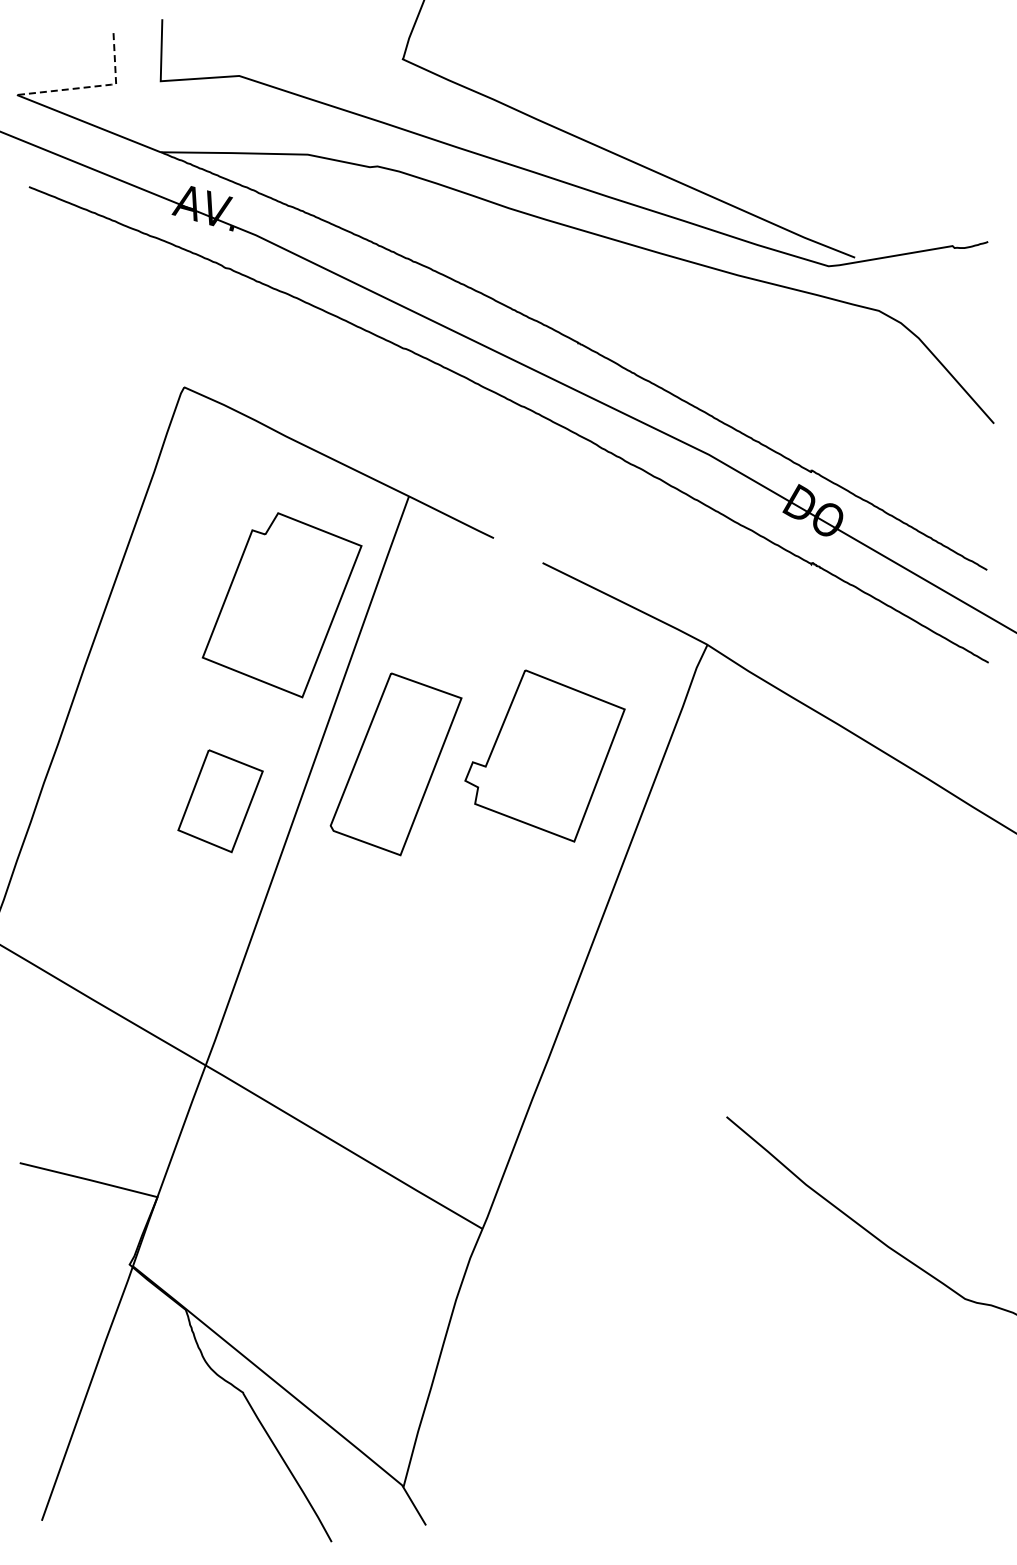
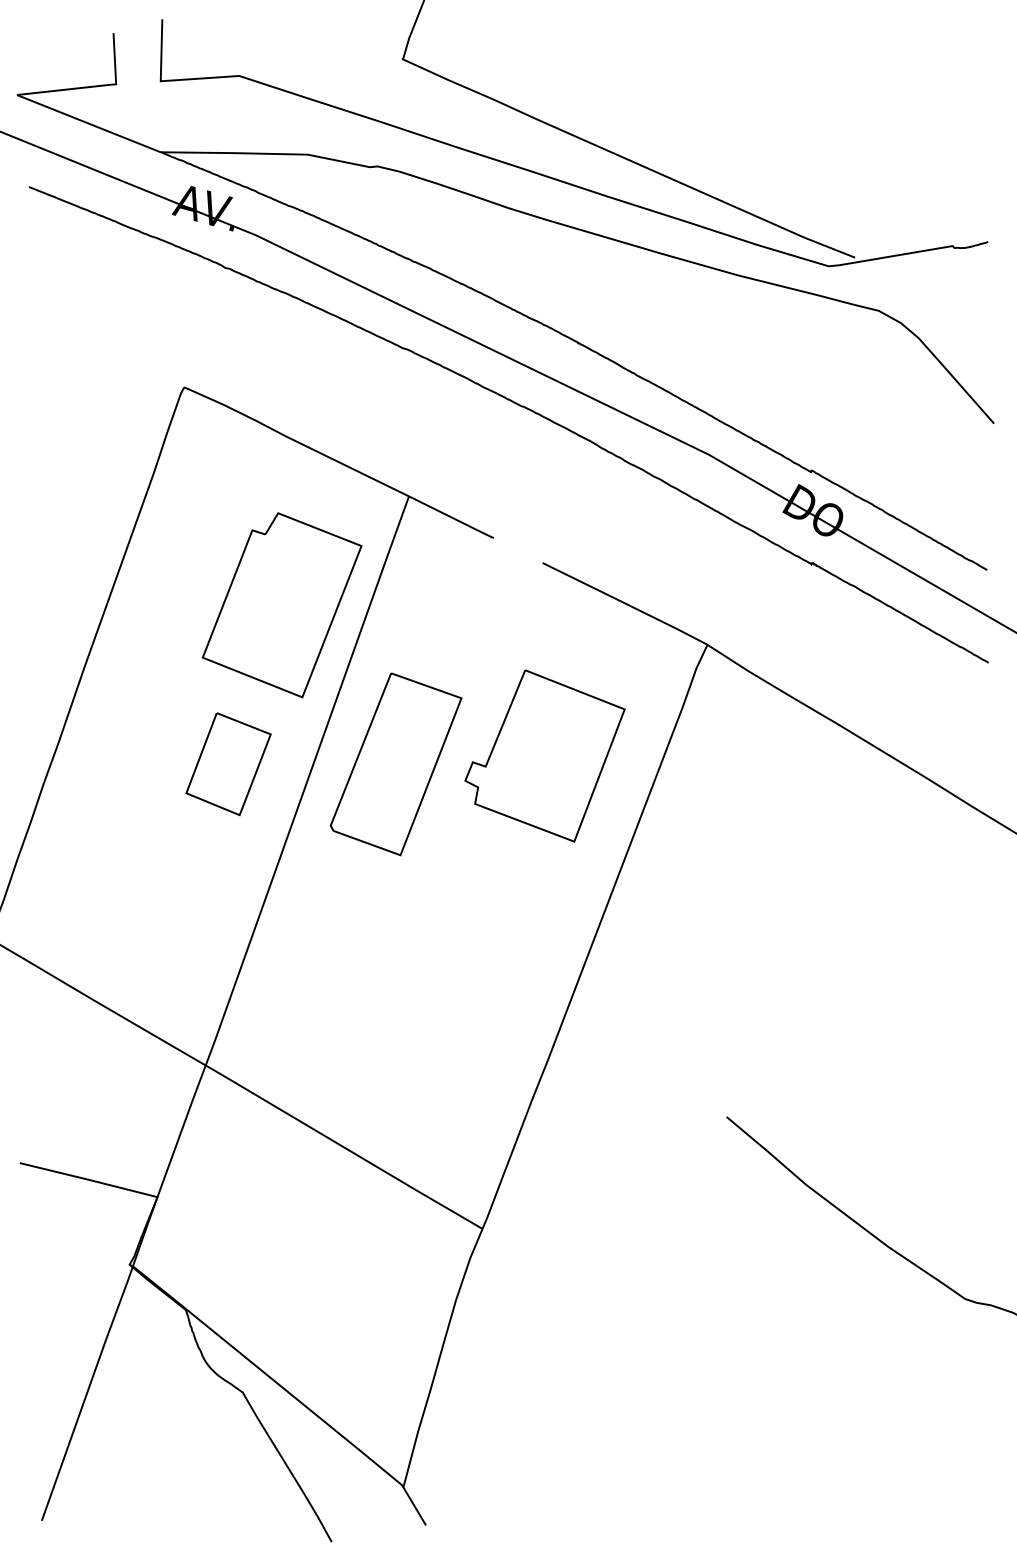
line at (93, 86): dashed -> solid
part at (220, 801) position: (220, 801) -> (228, 764)
